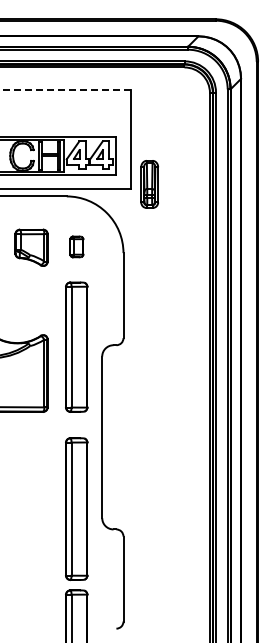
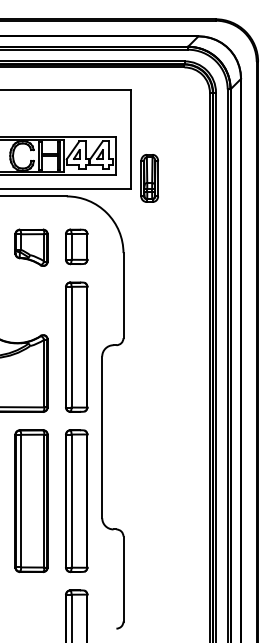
line at (65, 90): dashed -> solid
part at (149, 184) position: (149, 184) -> (149, 178)
part at (76, 246) size: 16x24 px -> 24x38 px
part at (31, 500): none -> present
part at (76, 508) position: (76, 508) -> (76, 500)
